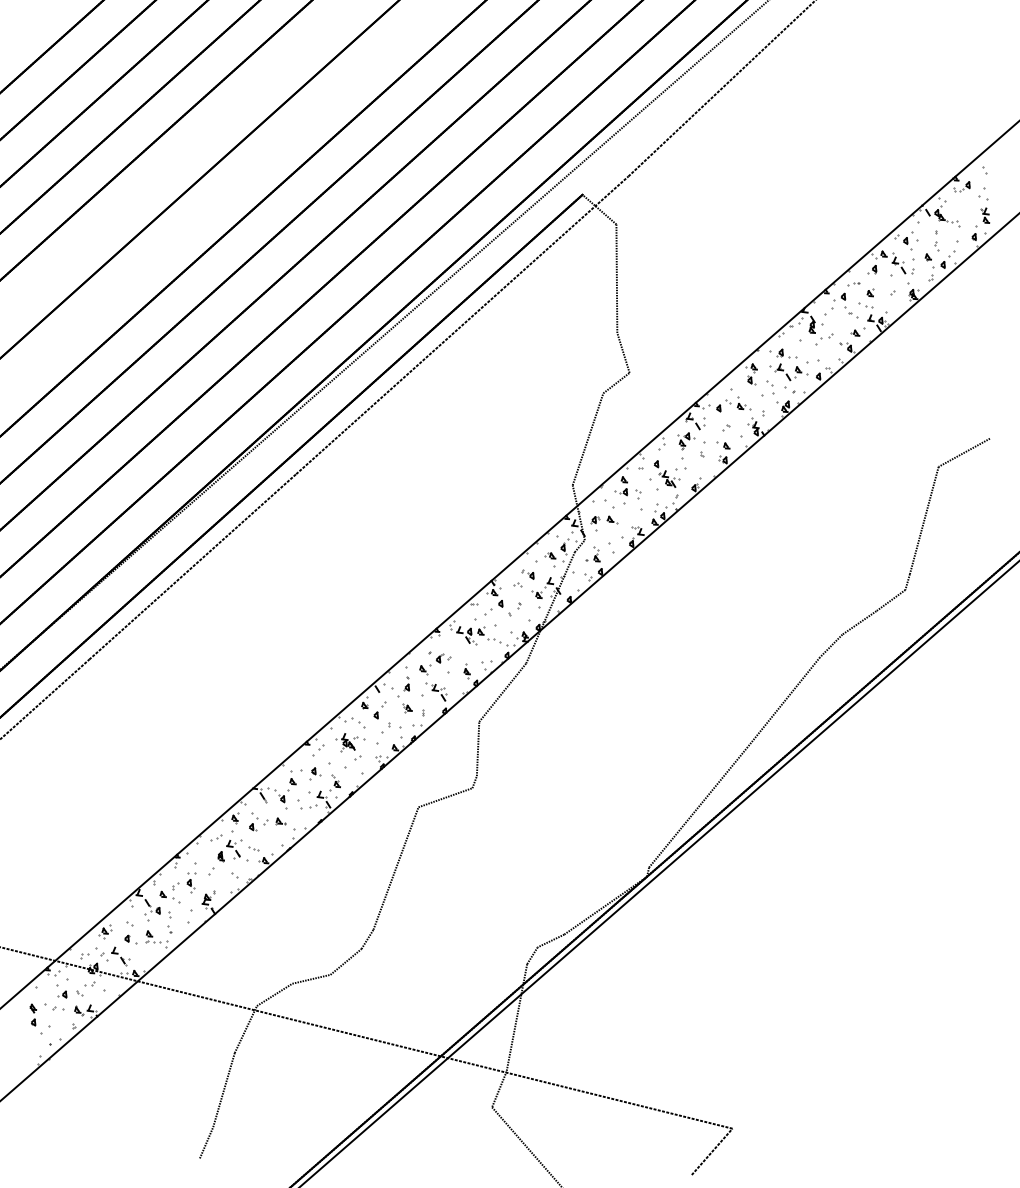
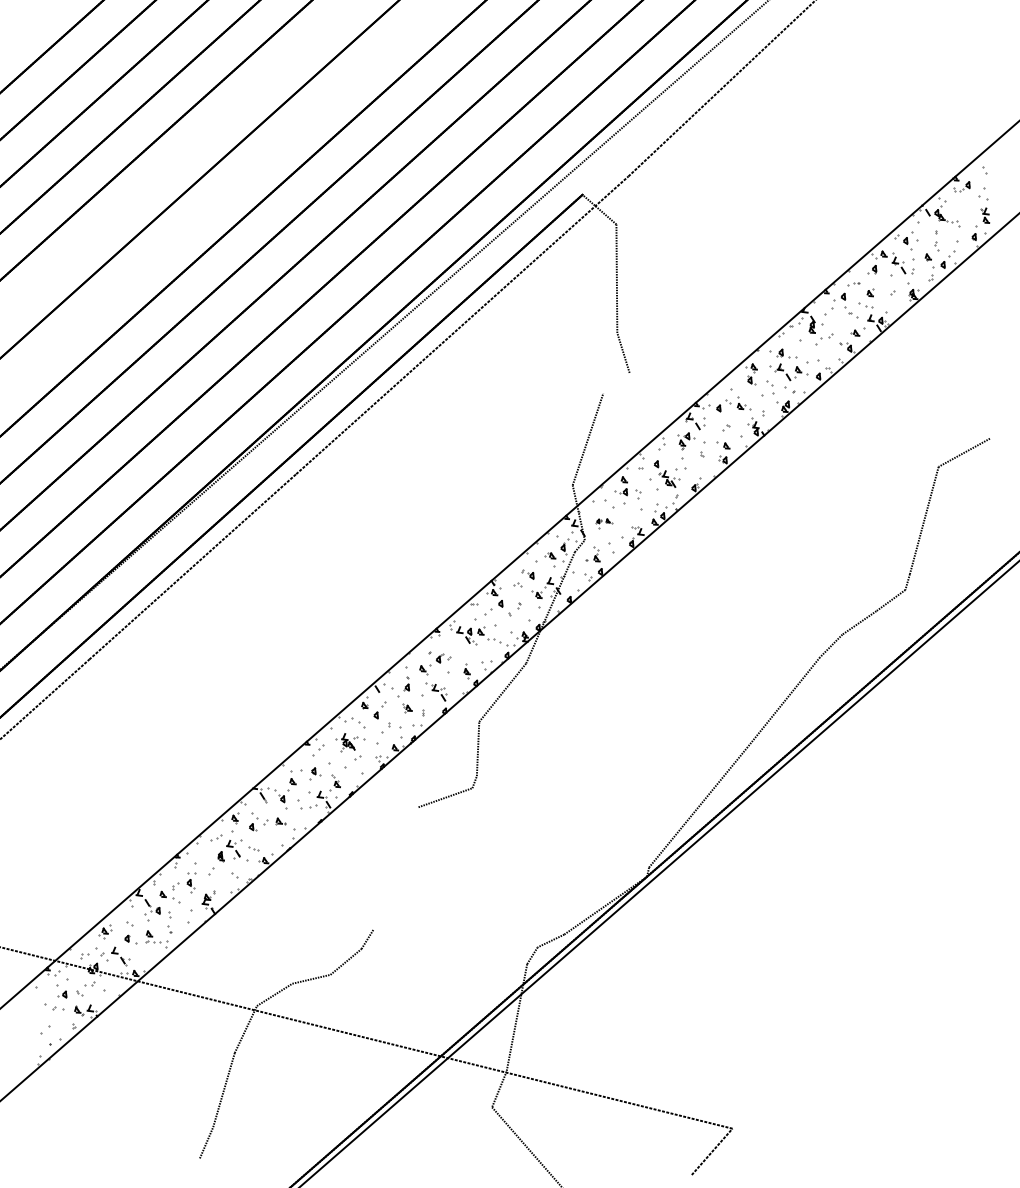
line at (616, 382): present -> none
part at (604, 523) size: 29x17 px -> 19x12 px
line at (395, 868): present -> none
part at (33, 1014): present -> none
